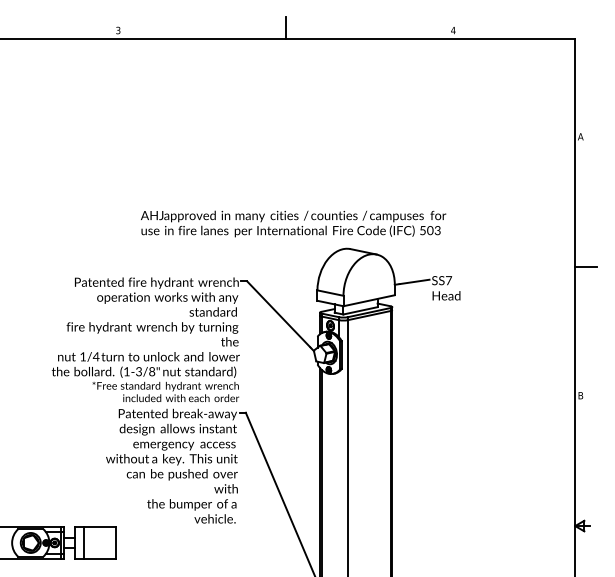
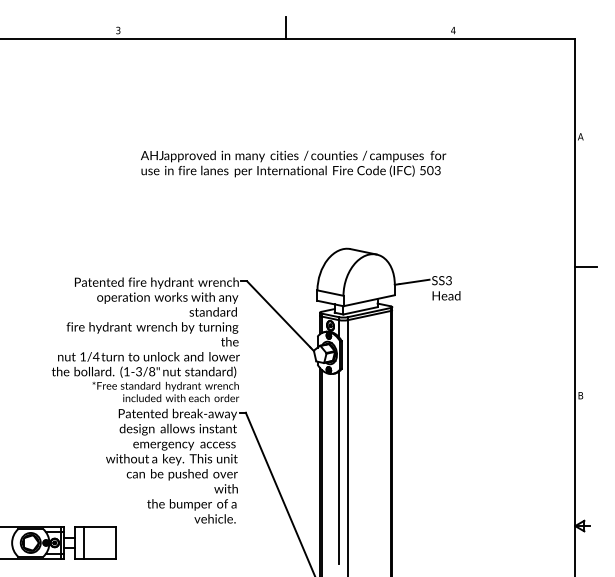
text at (293, 223) position: (293, 223) -> (293, 163)
text at (449, 280): SS7 -> SS3
line at (339, 467): none -> present
